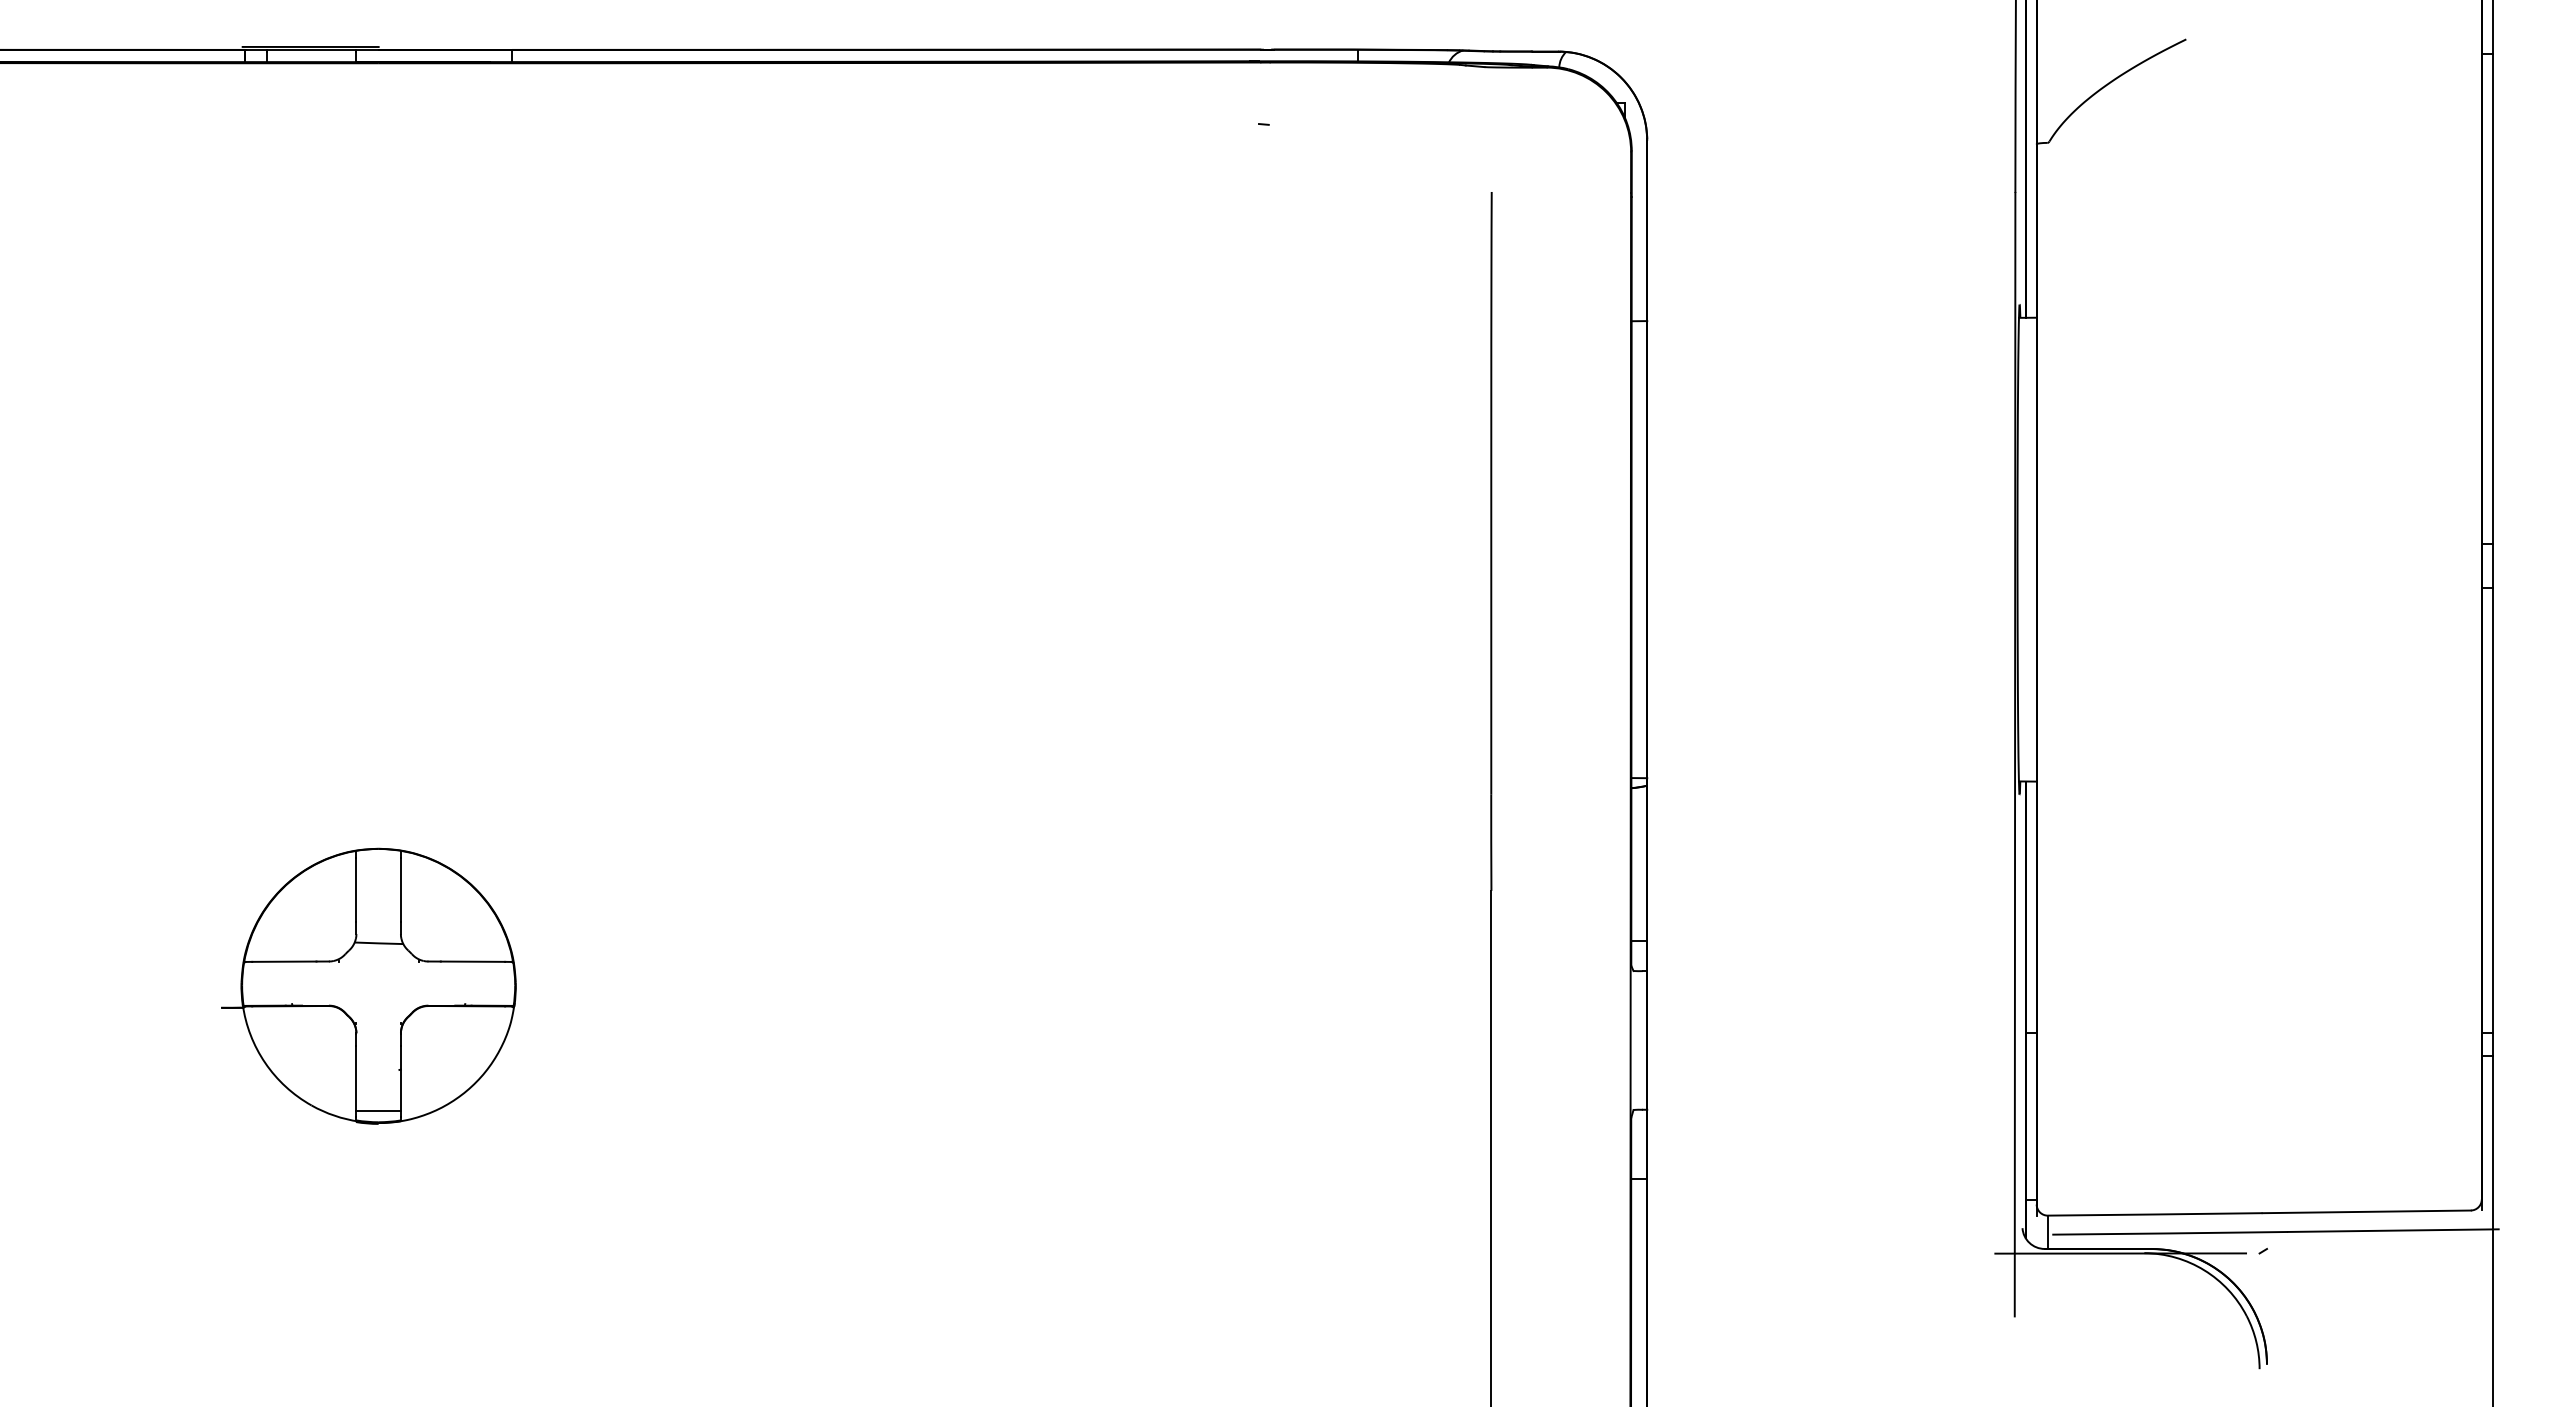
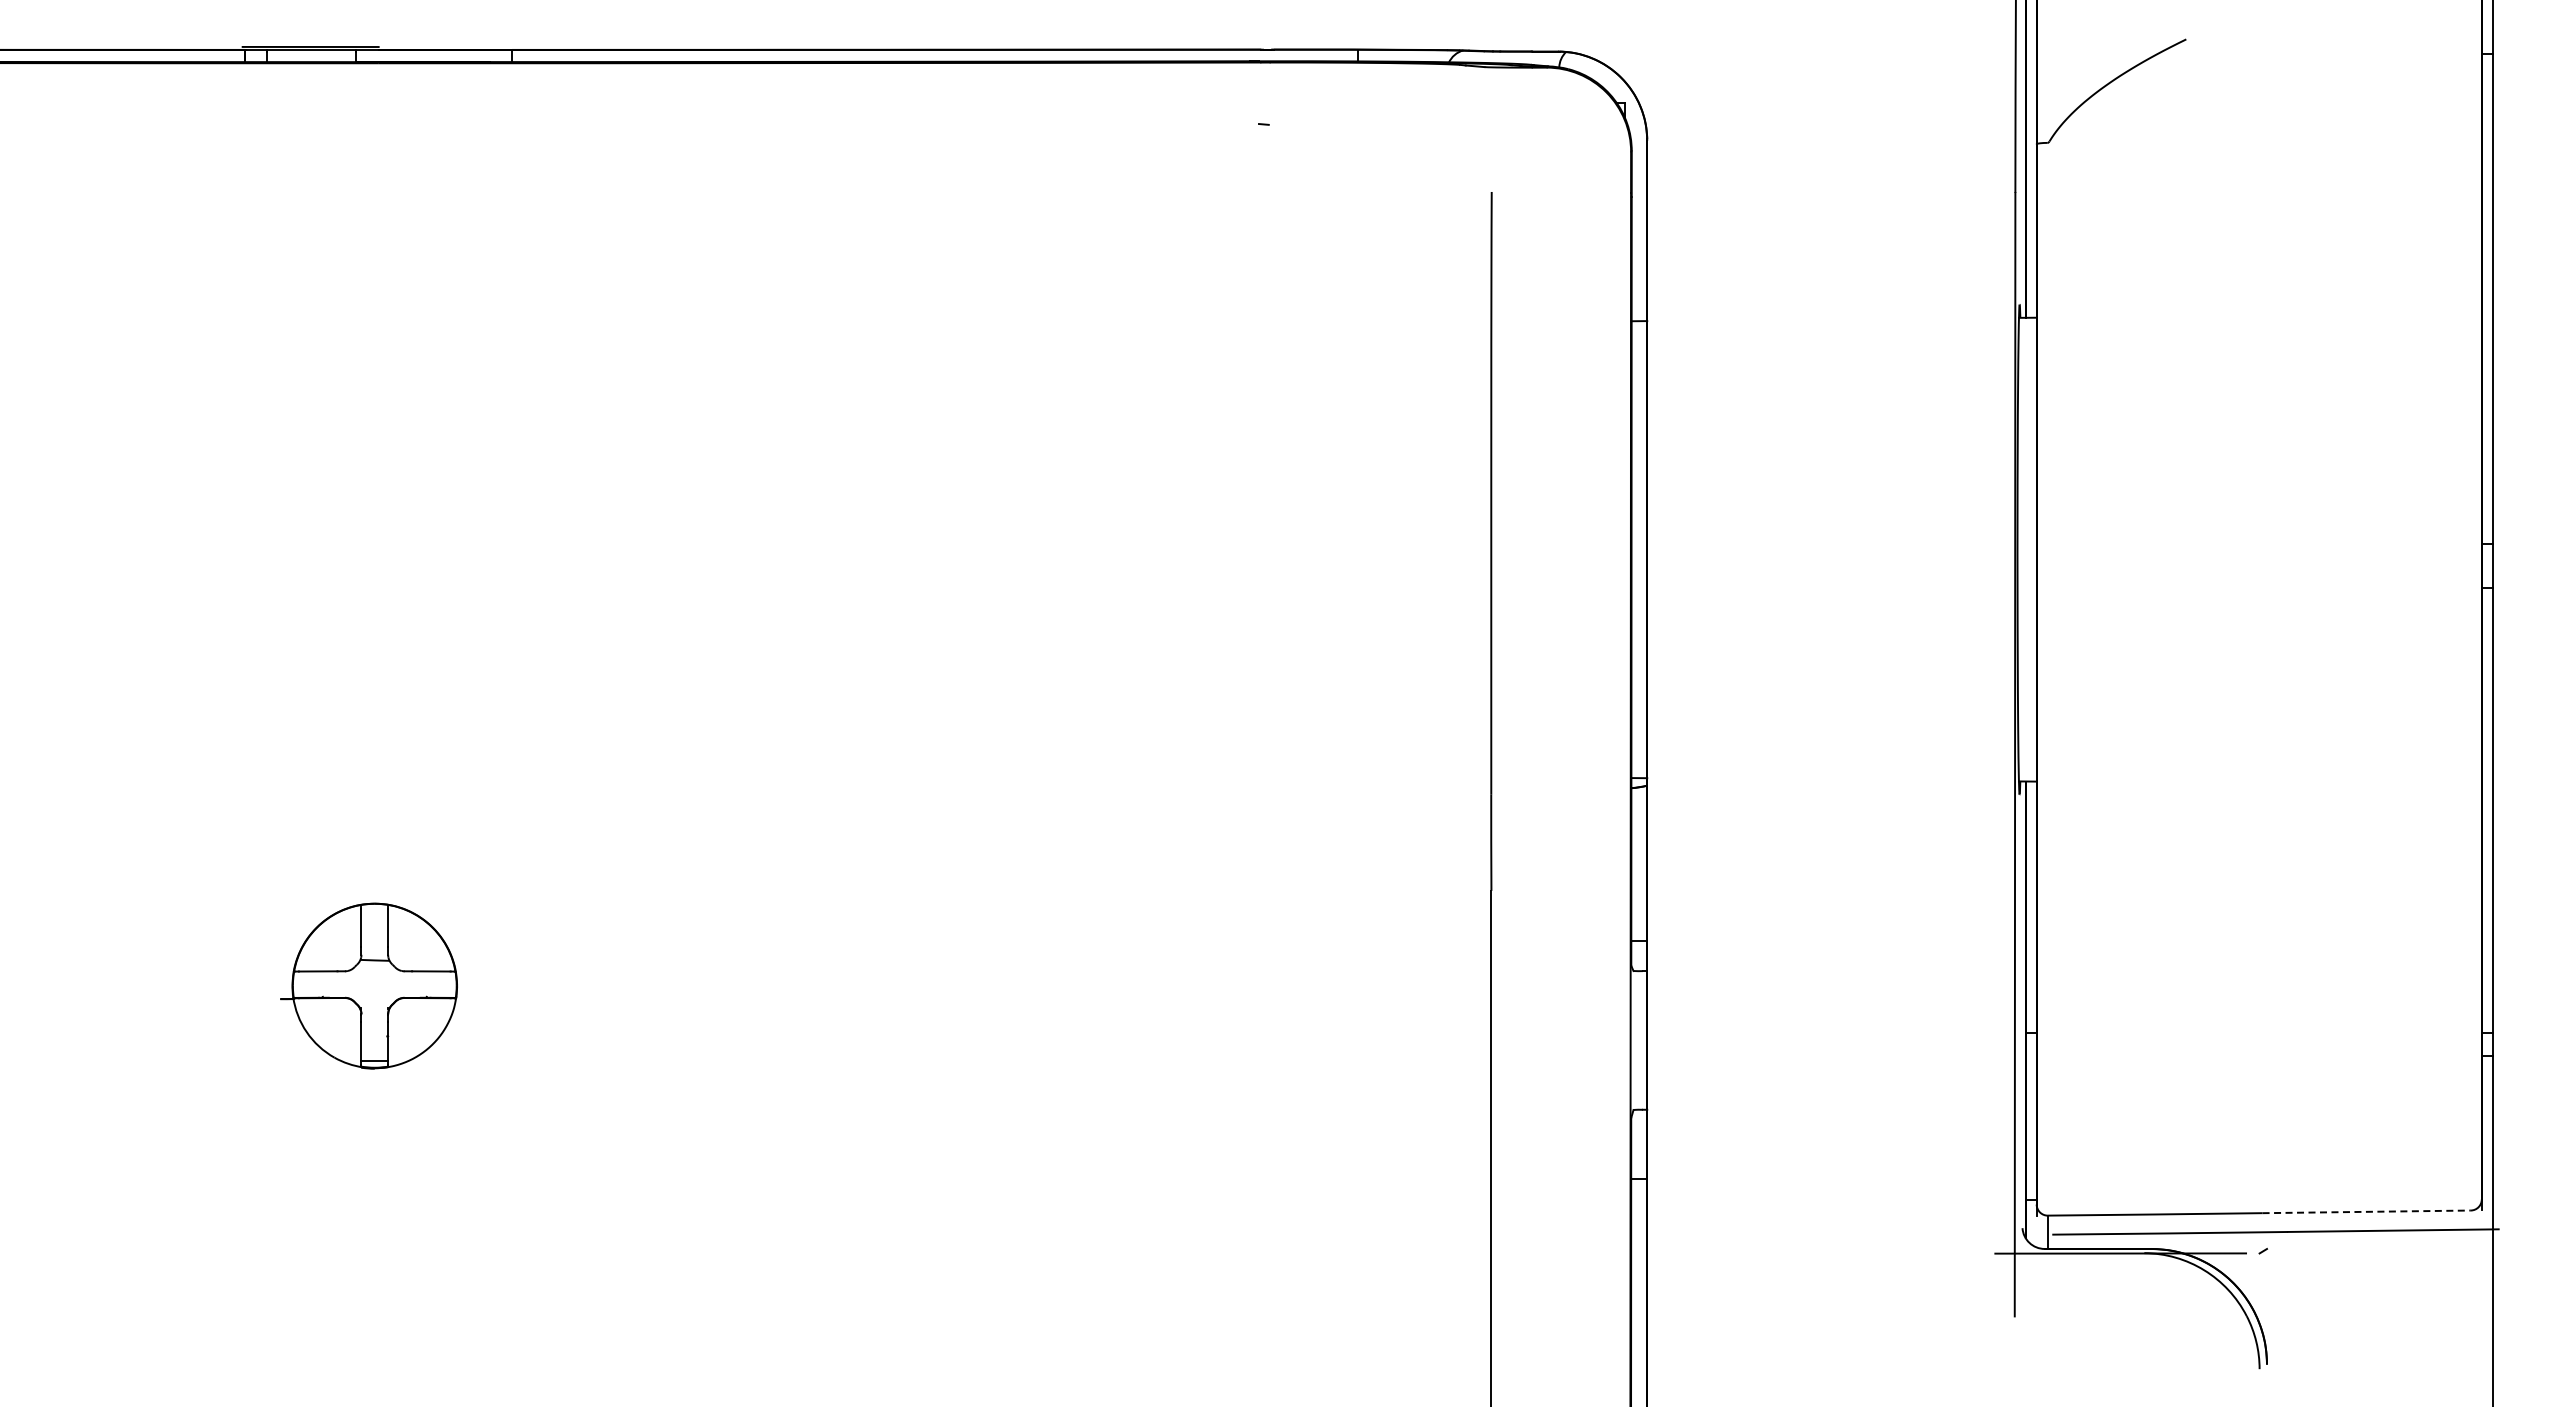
part at (368, 985) size: 296x278 px -> 178x168 px
line at (2367, 1211): solid -> dashed
